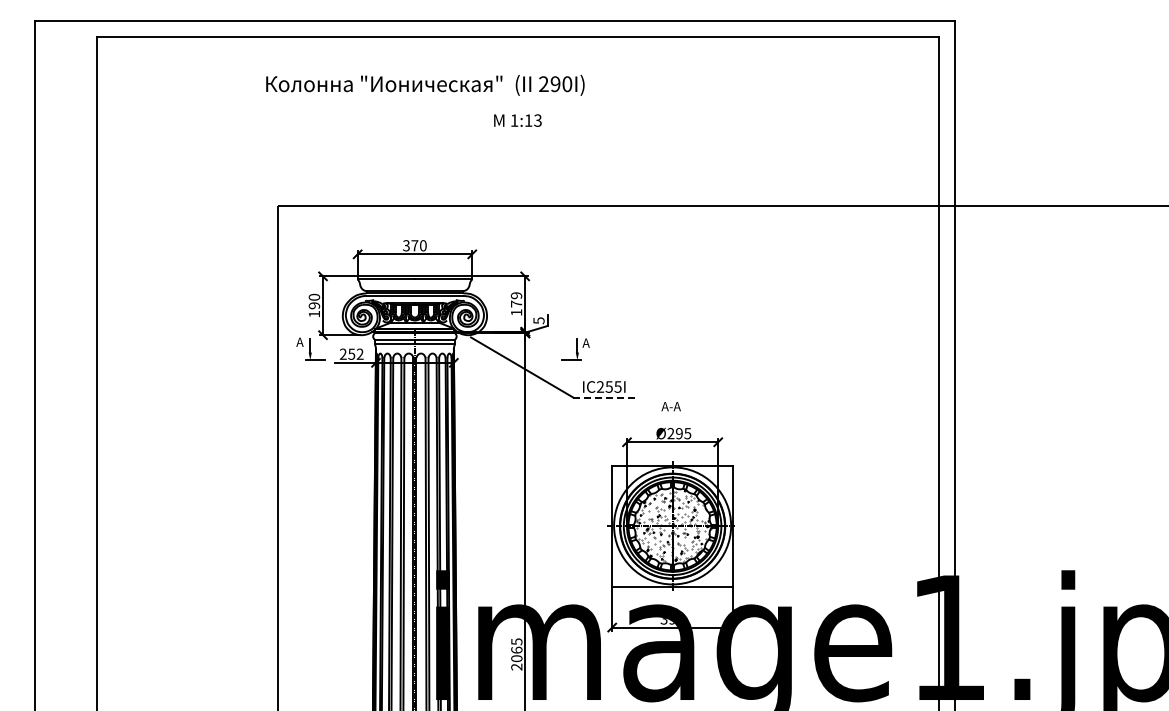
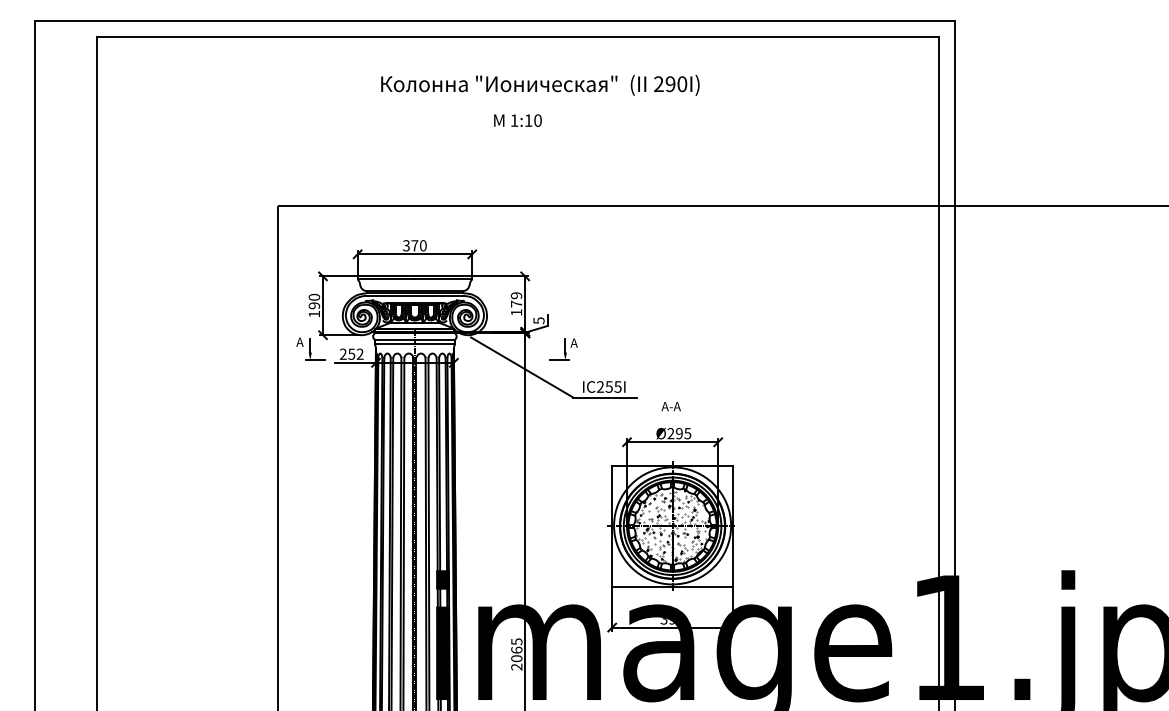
text at (425, 84) position: (425, 84) -> (540, 84)
text at (537, 120): 1:13 -> 1:10
part at (575, 349) position: (575, 349) -> (563, 349)
line at (605, 397): dashed -> solid
